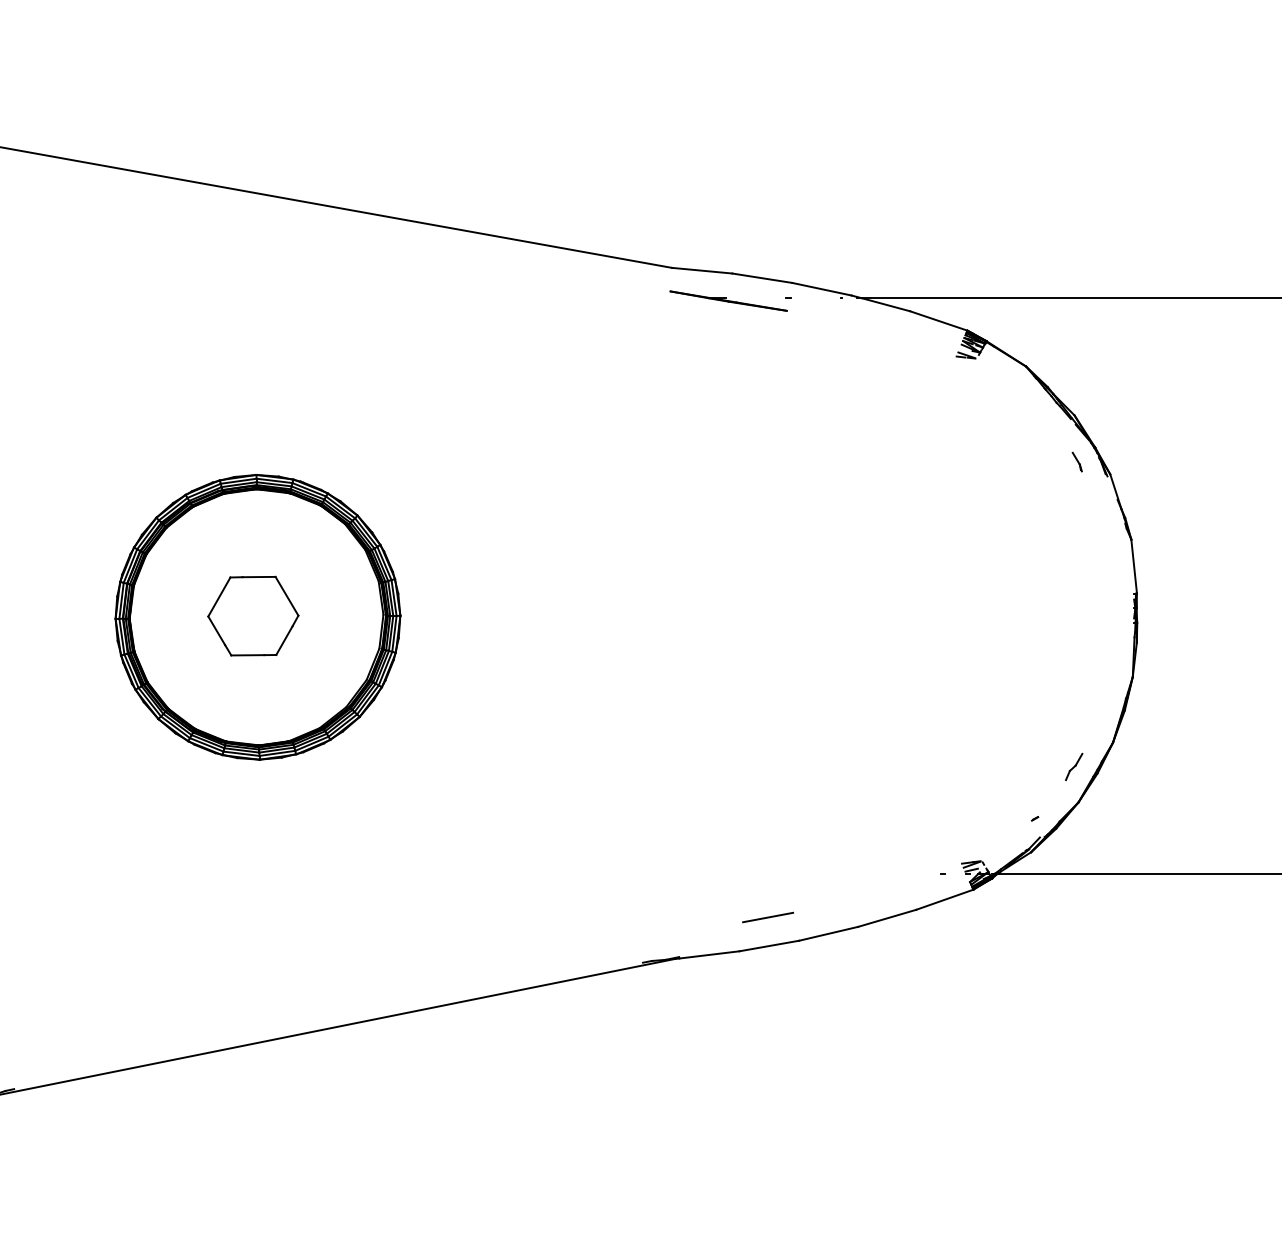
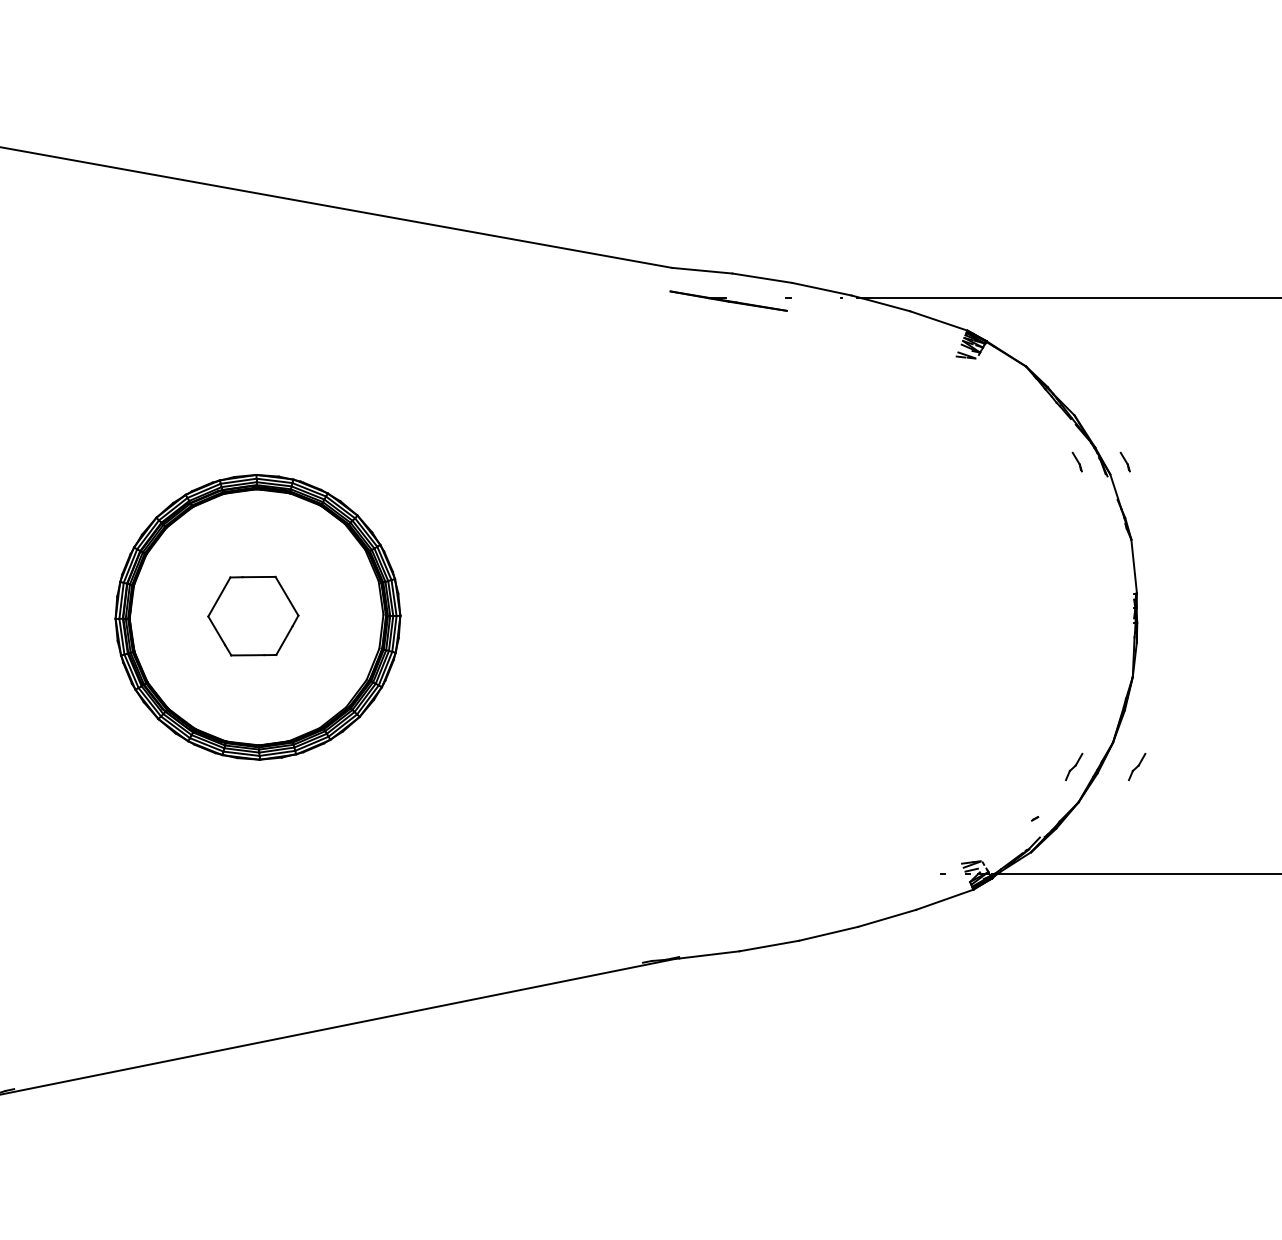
line at (1124, 461): none -> present
part at (1137, 766): none -> present
line at (768, 917): present -> none
